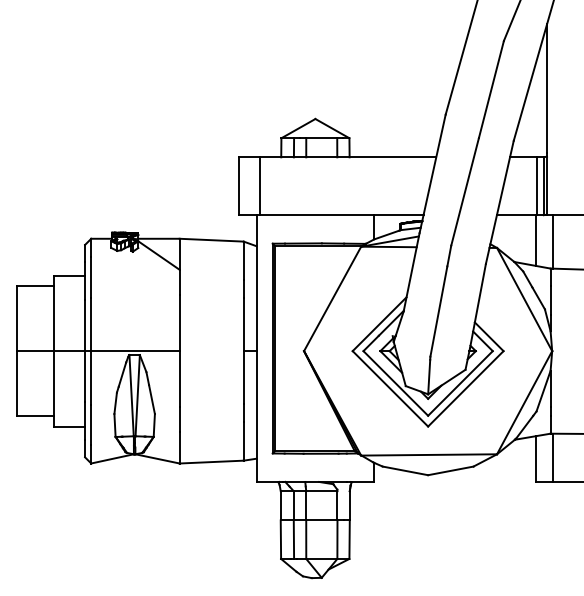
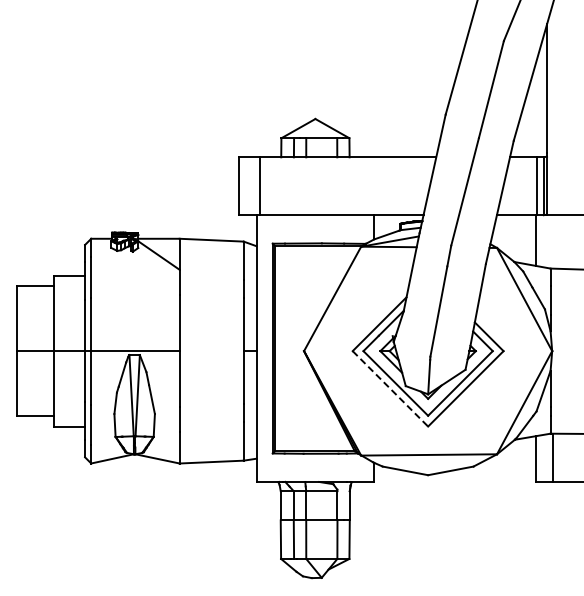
line at (552, 241): present -> none
line at (390, 389): solid -> dashed
